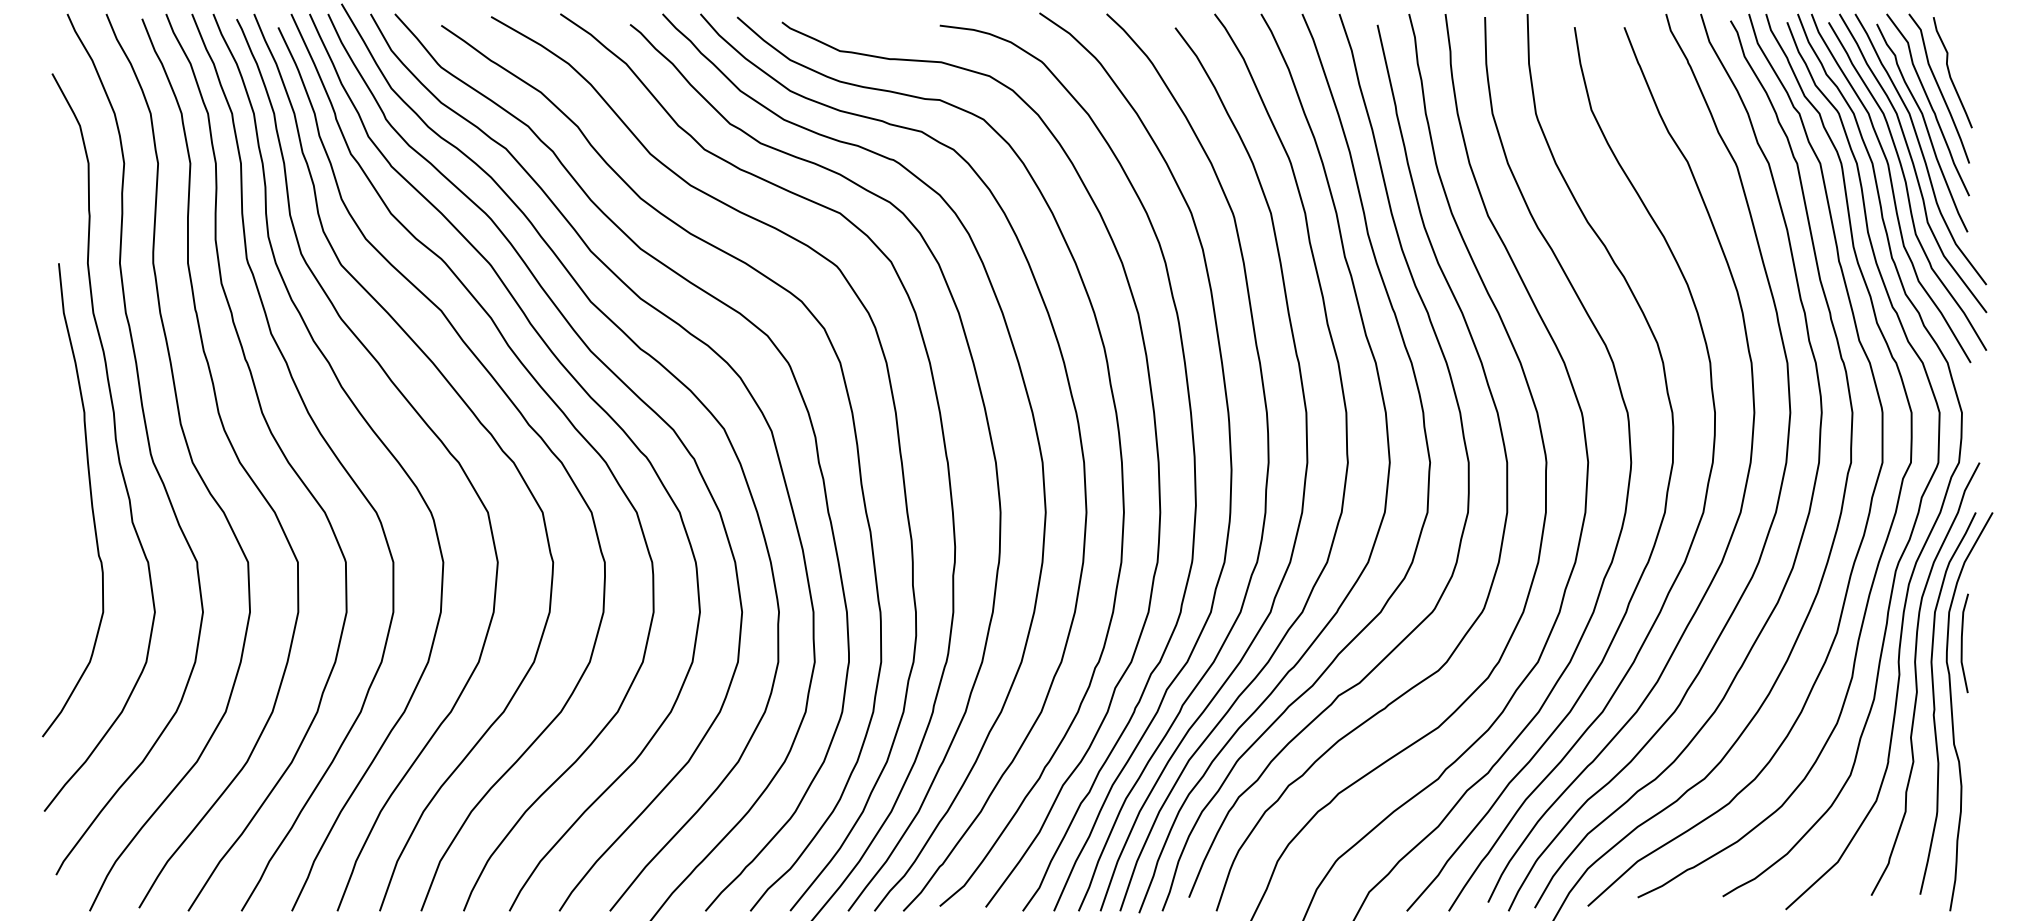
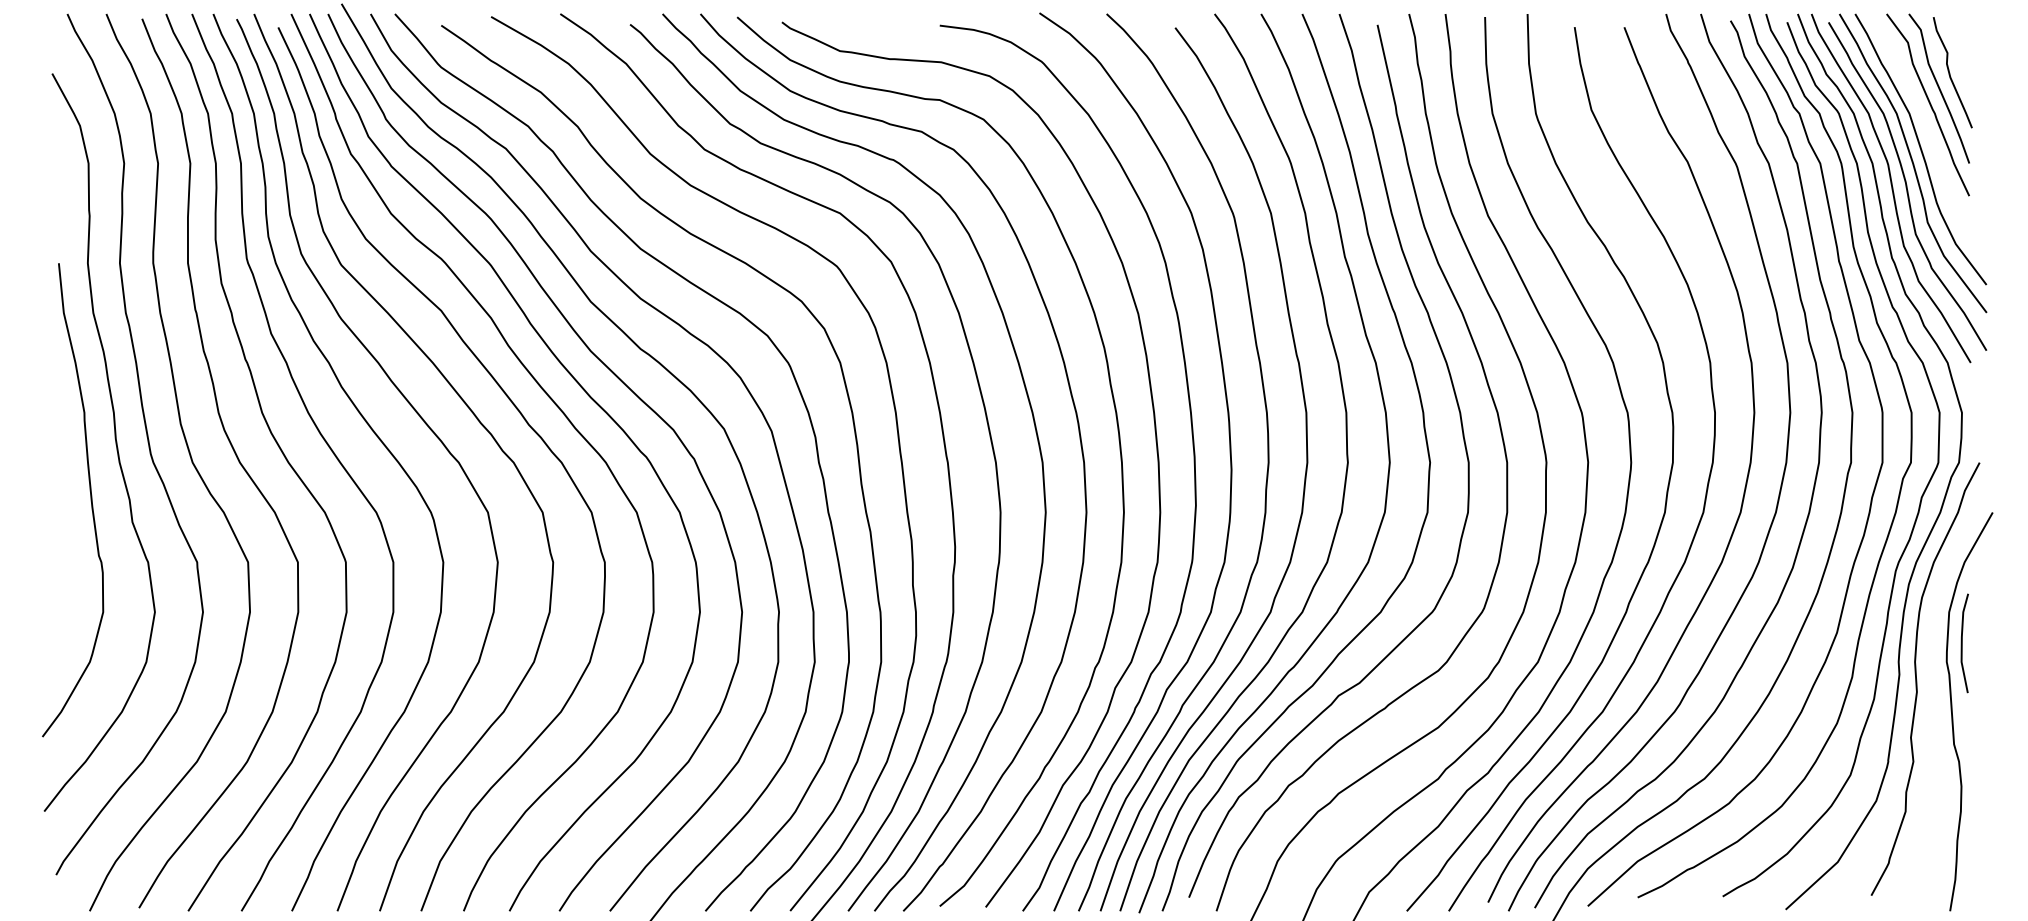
curve at (1925, 127): present -> none
curve at (1935, 705): present -> none
